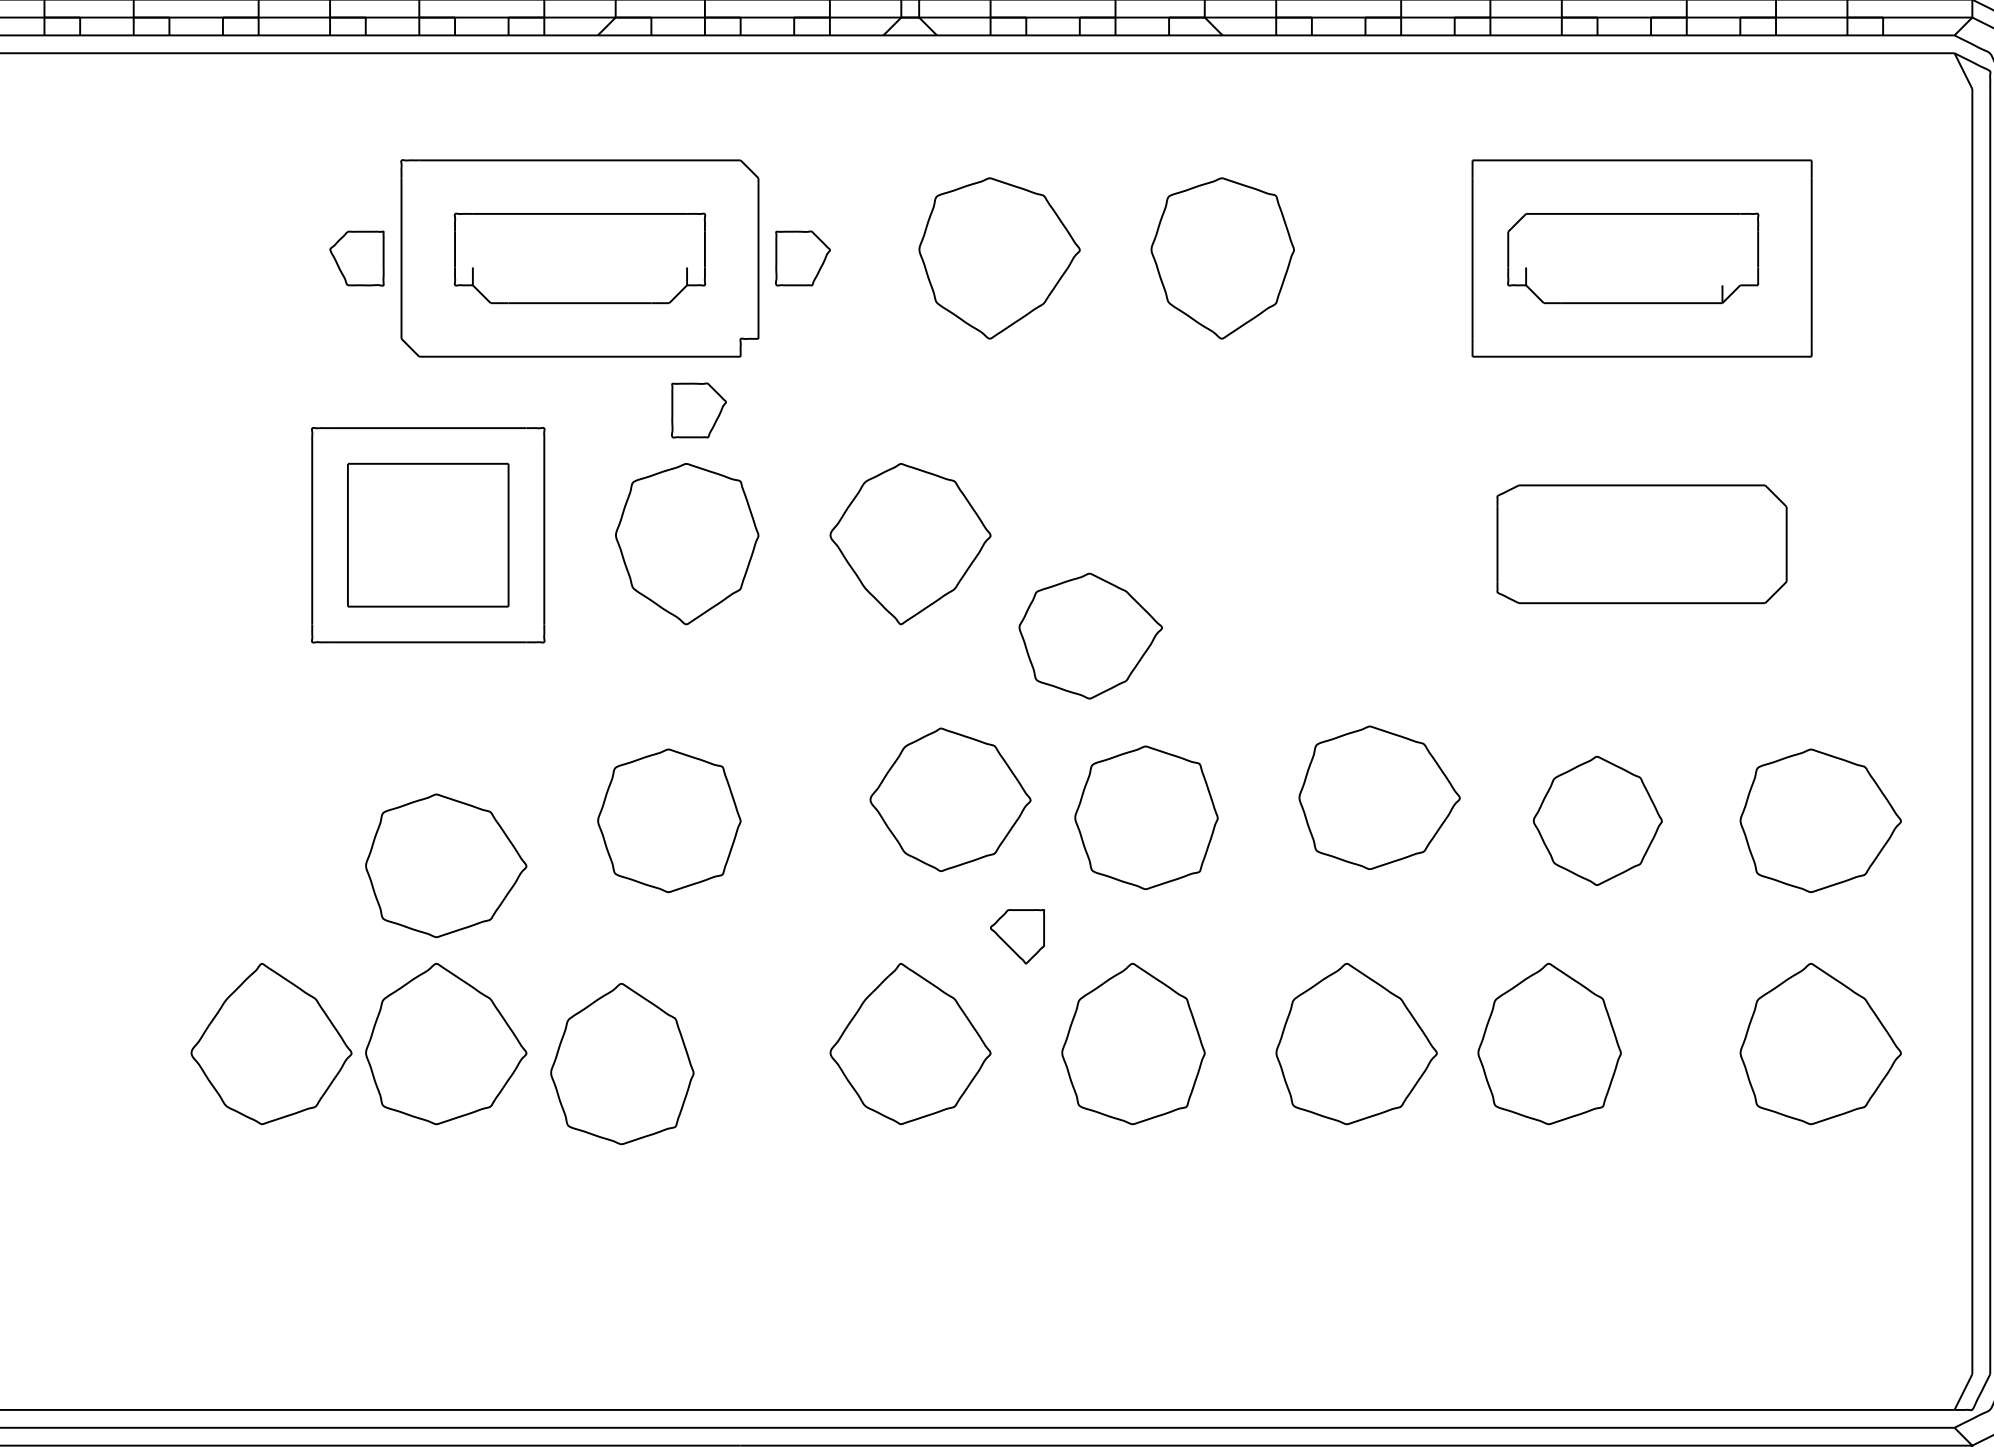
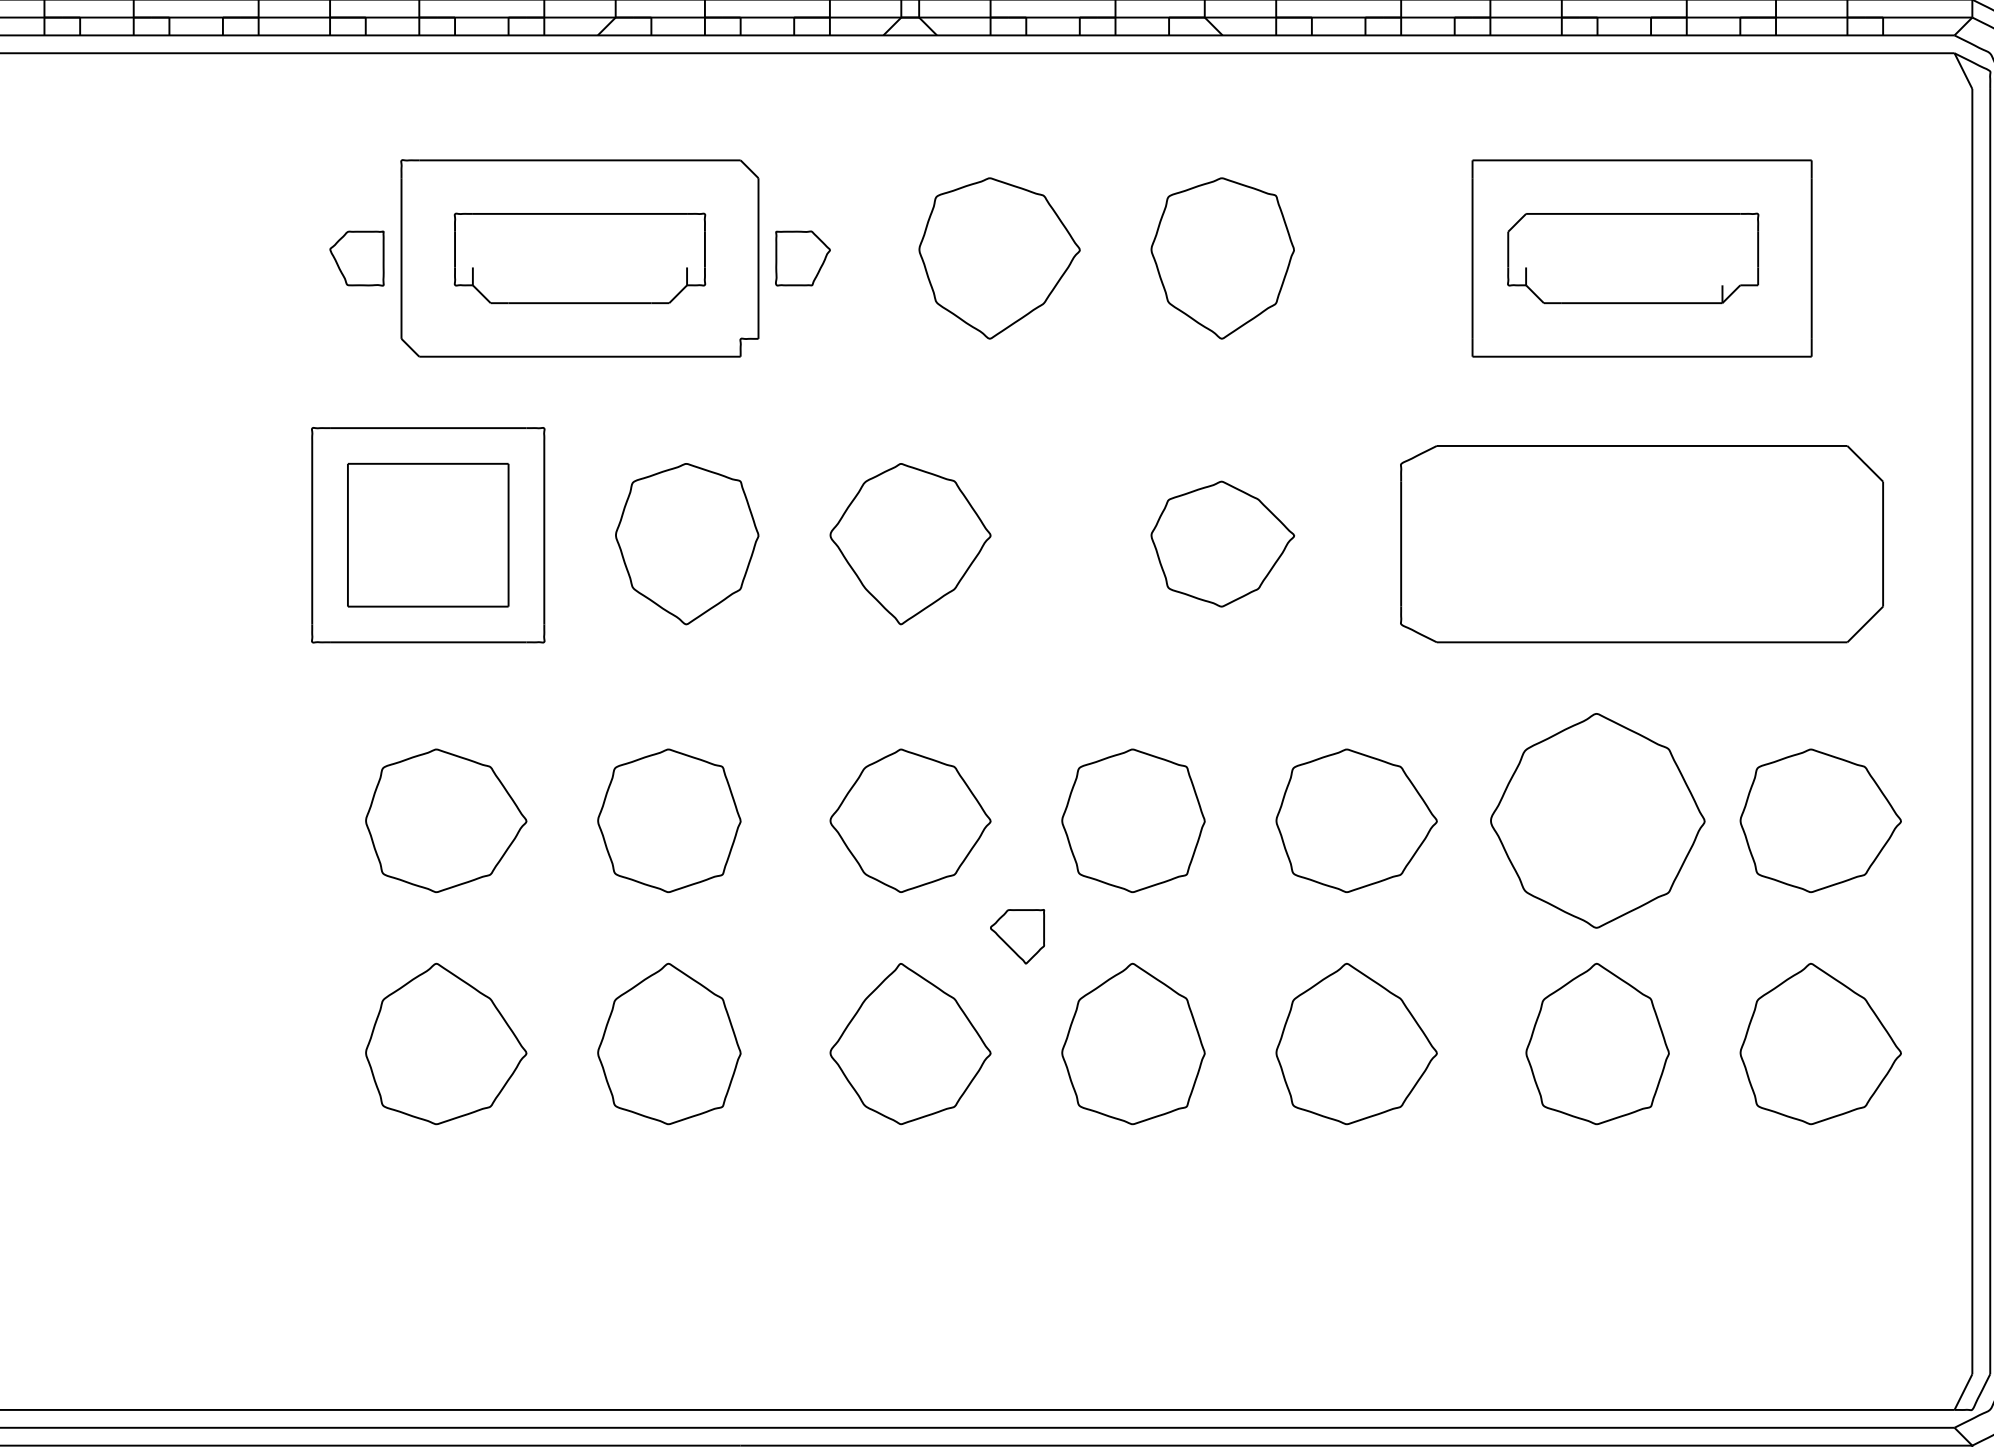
part at (698, 410): present -> none
part at (1641, 544) size: 292x121 px -> 484x199 px
part at (1090, 635) position: (1090, 635) -> (1222, 543)
part at (1379, 797) position: (1379, 797) -> (1356, 820)
part at (950, 799) position: (950, 799) -> (910, 820)
part at (1146, 817) position: (1146, 817) -> (1133, 820)
part at (1597, 820) size: 131x131 px -> 216x216 px
part at (446, 865) position: (446, 865) -> (446, 820)
part at (1549, 1043) position: (1549, 1043) -> (1597, 1043)
part at (271, 1044): present -> none
part at (622, 1063) position: (622, 1063) -> (669, 1043)
